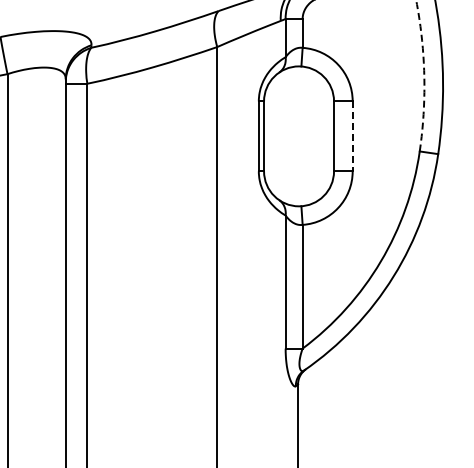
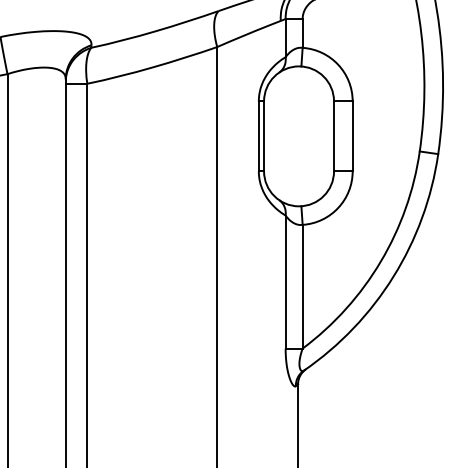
arc at (424, 75): dashed -> solid
line at (352, 136): dashed -> solid
